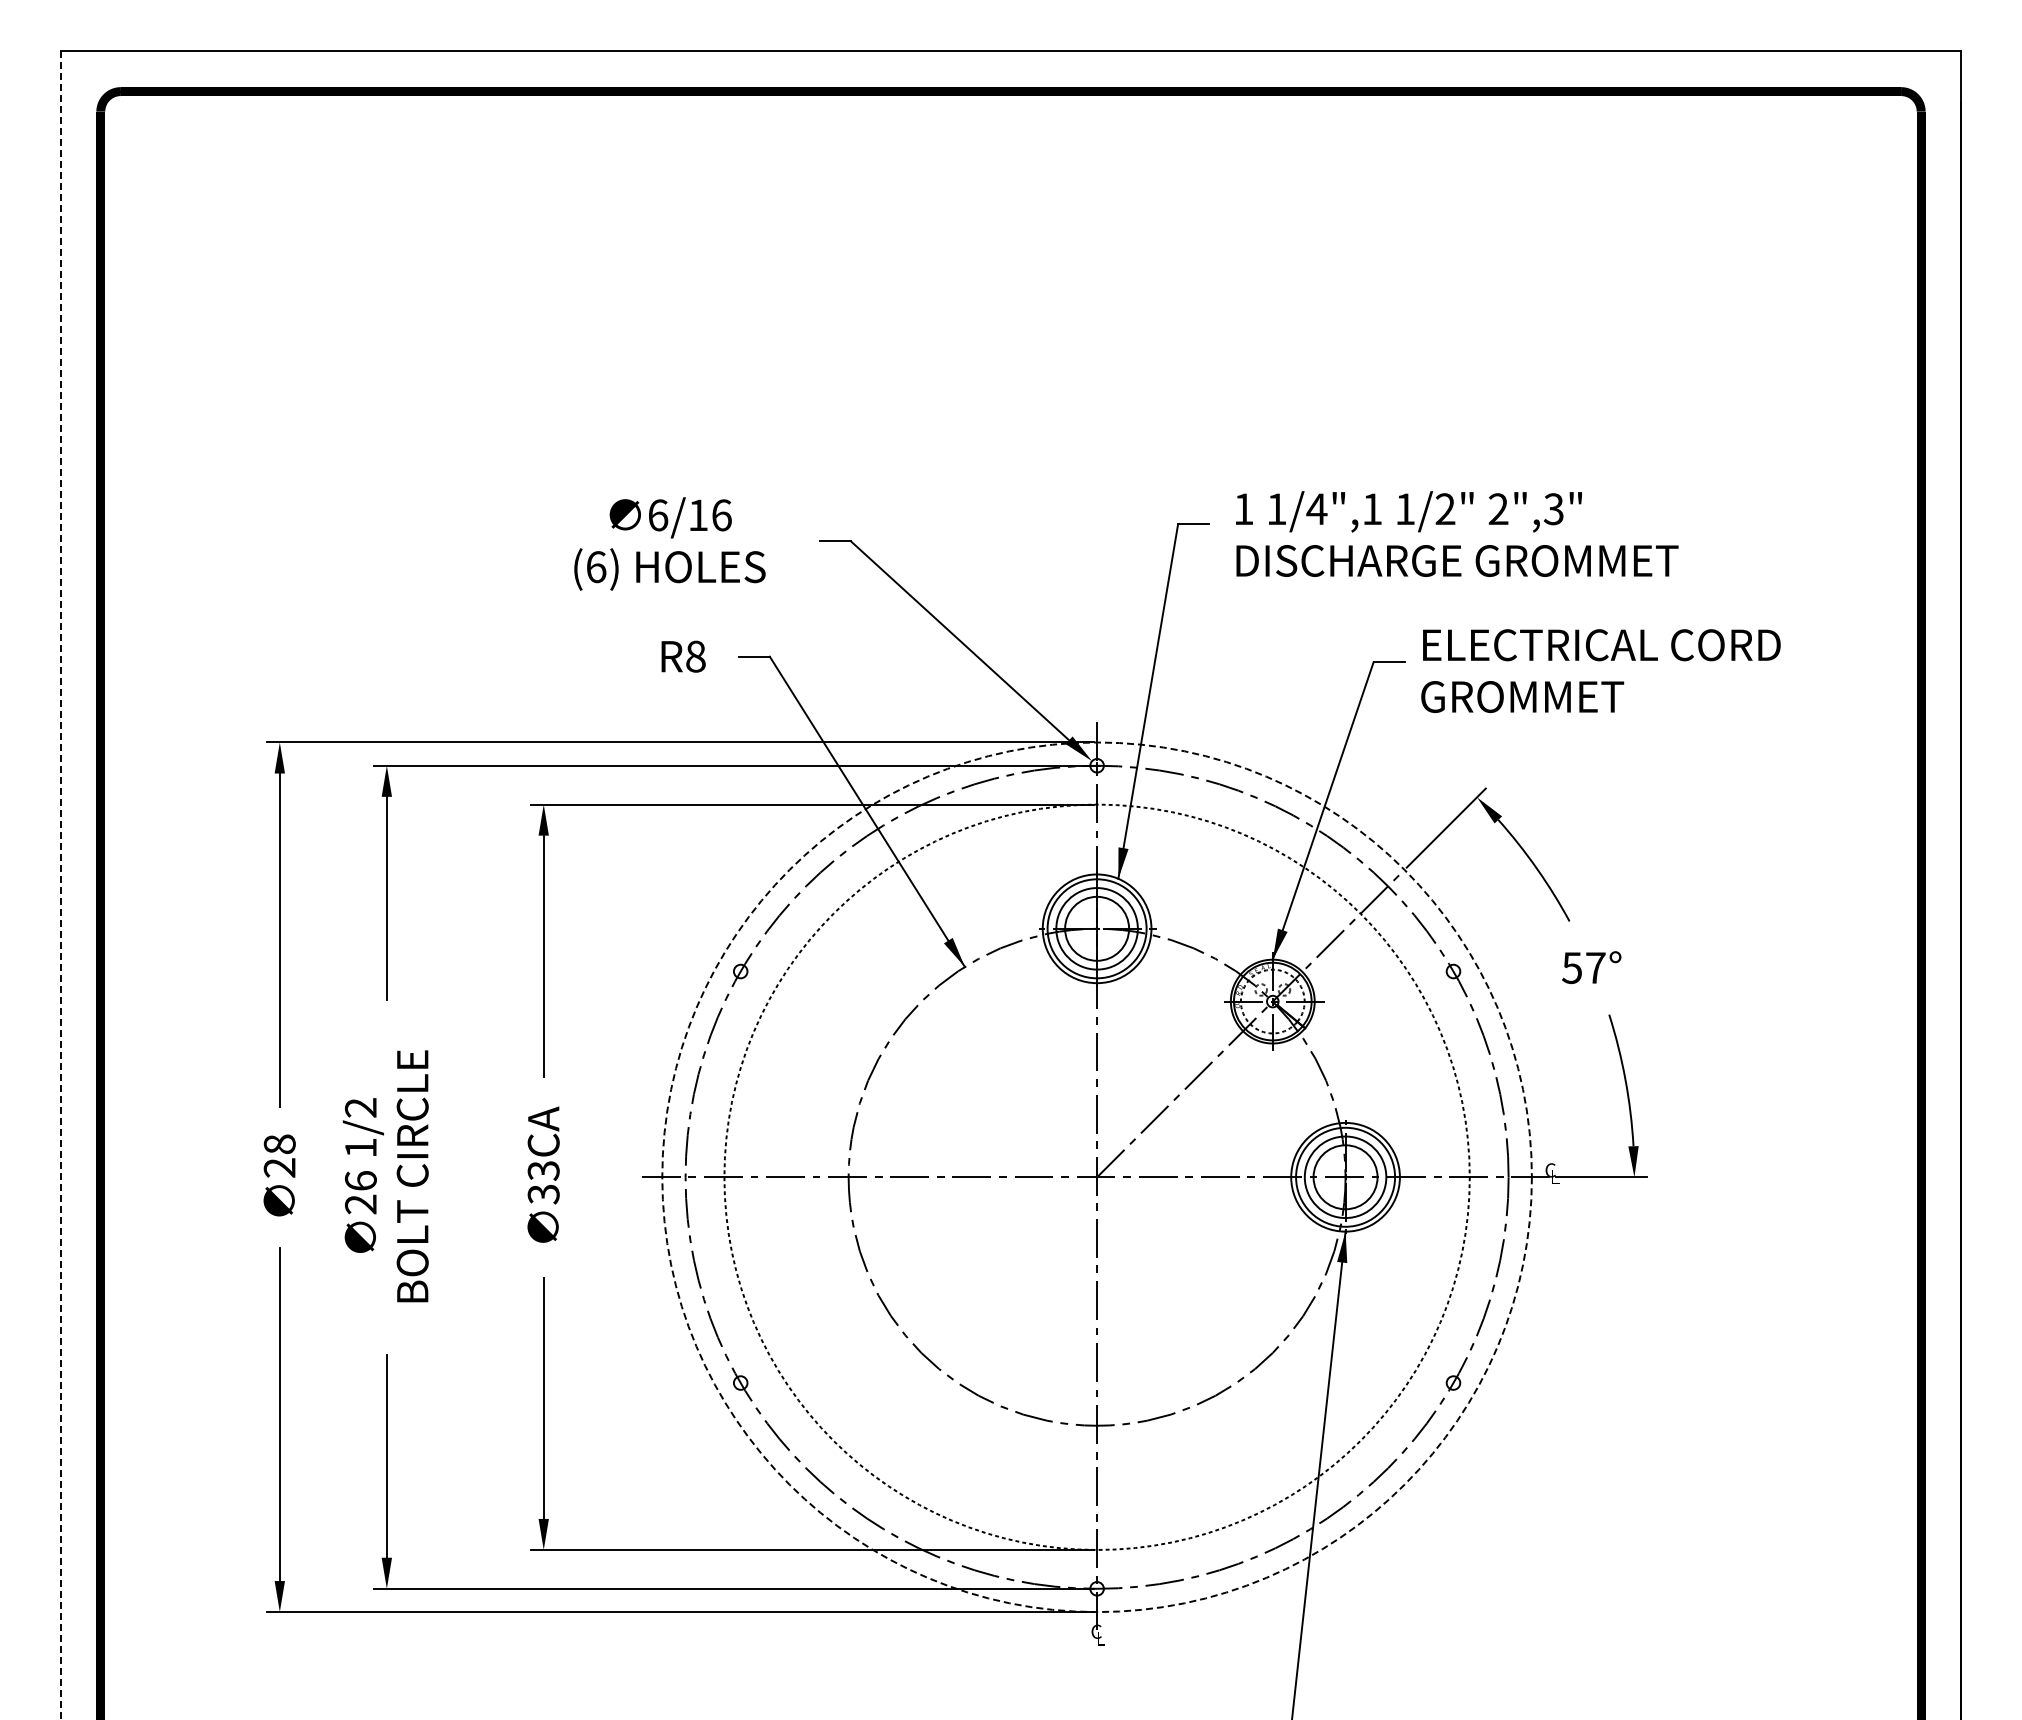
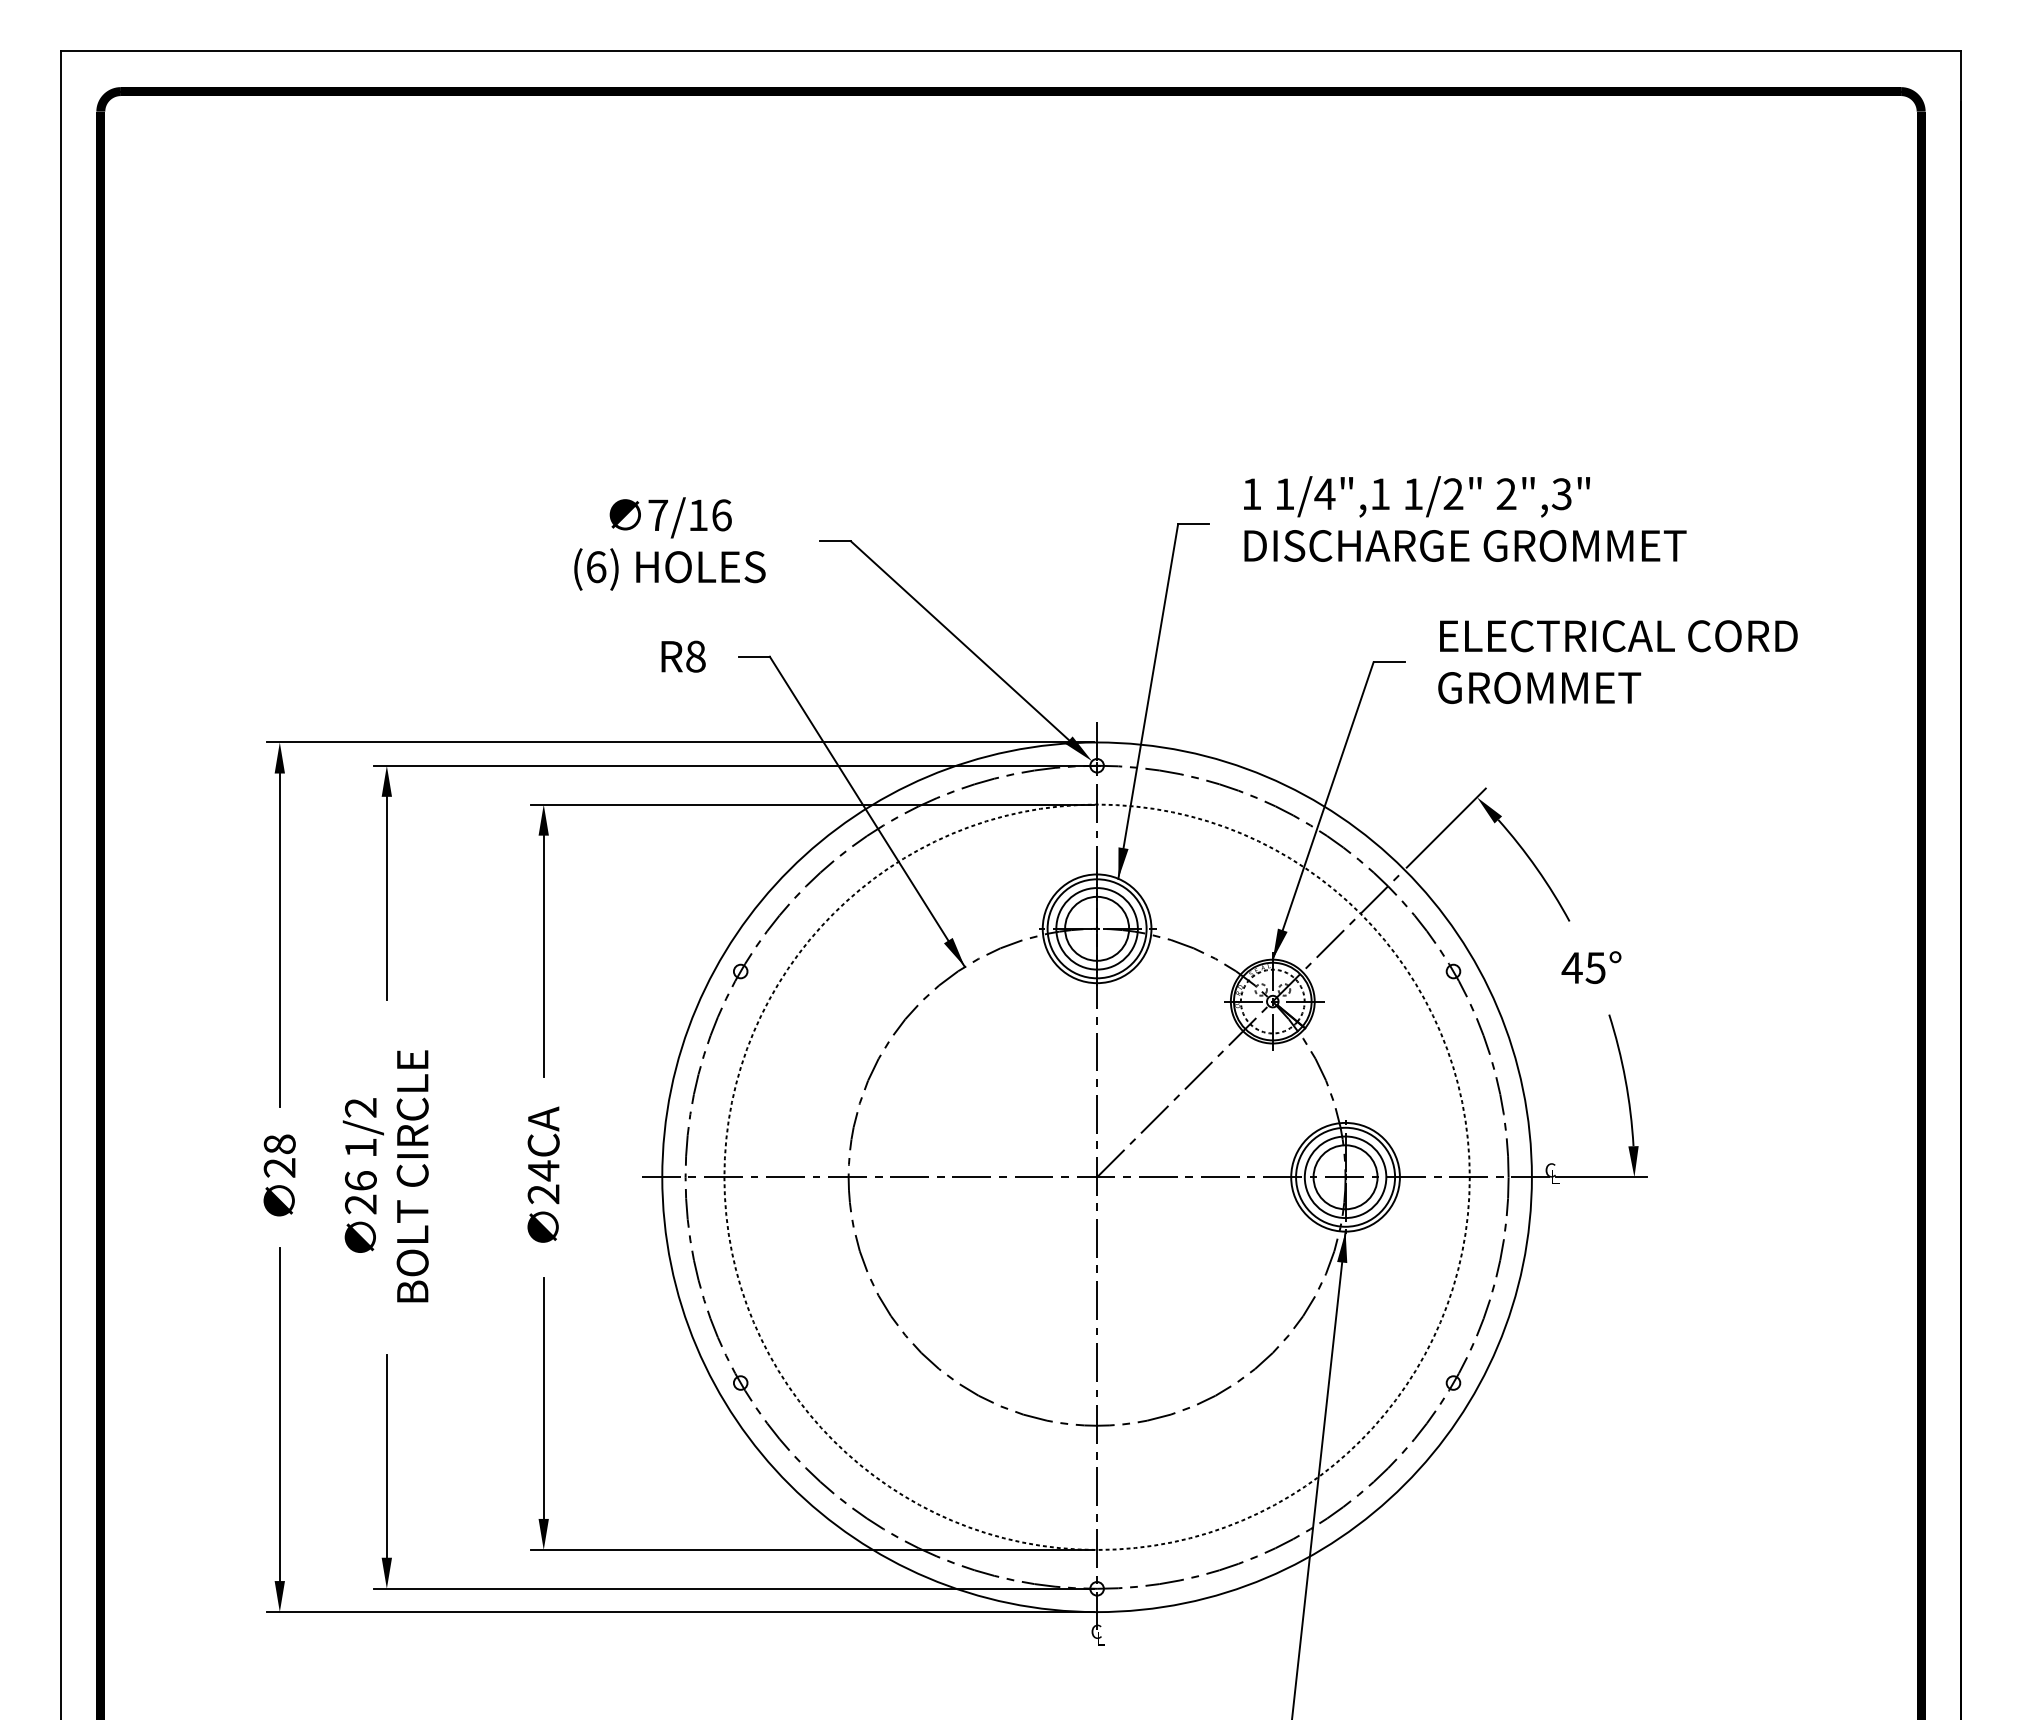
text at (658, 515): 6/16 -> 7/16
text at (1457, 533) position: (1457, 533) -> (1465, 518)
text at (1600, 670) position: (1600, 670) -> (1617, 661)
line at (60, 885): dashed -> solid
text at (1583, 968): 57° -> 45°
circle at (1096, 1177): dashed -> solid
text at (543, 1182): 33CA -> 24CA
